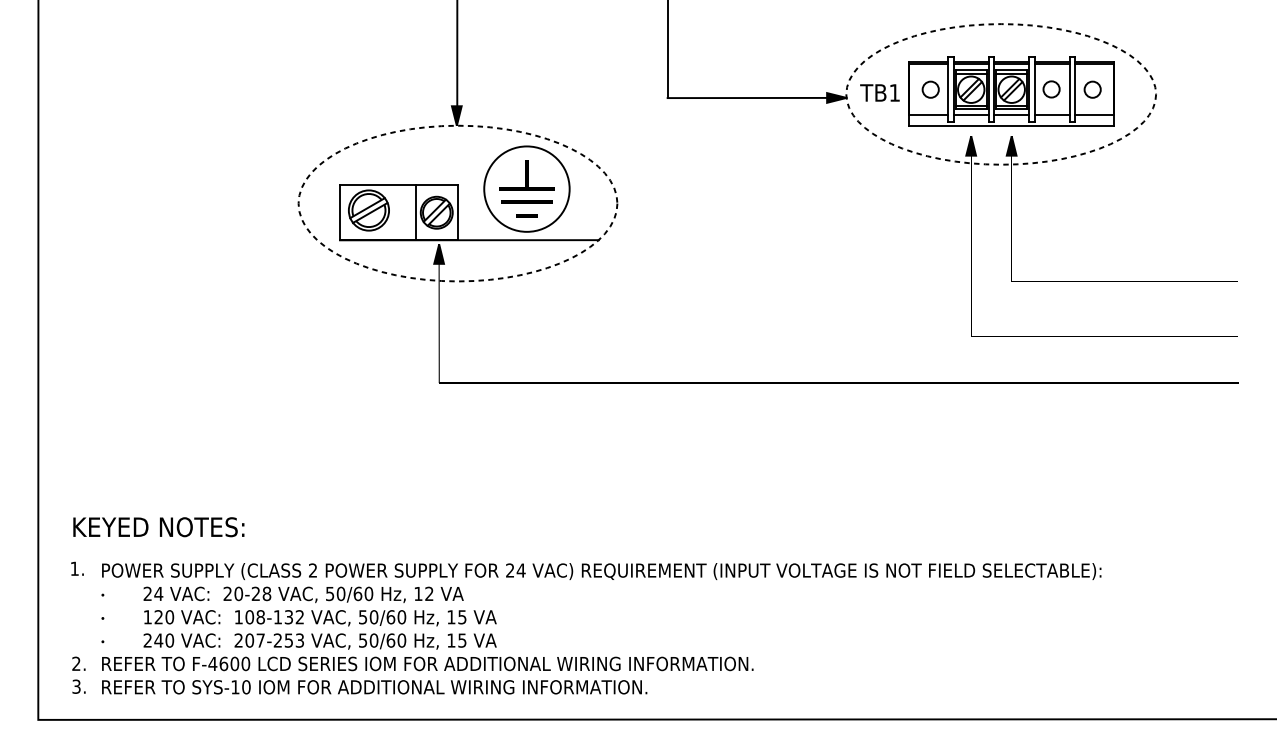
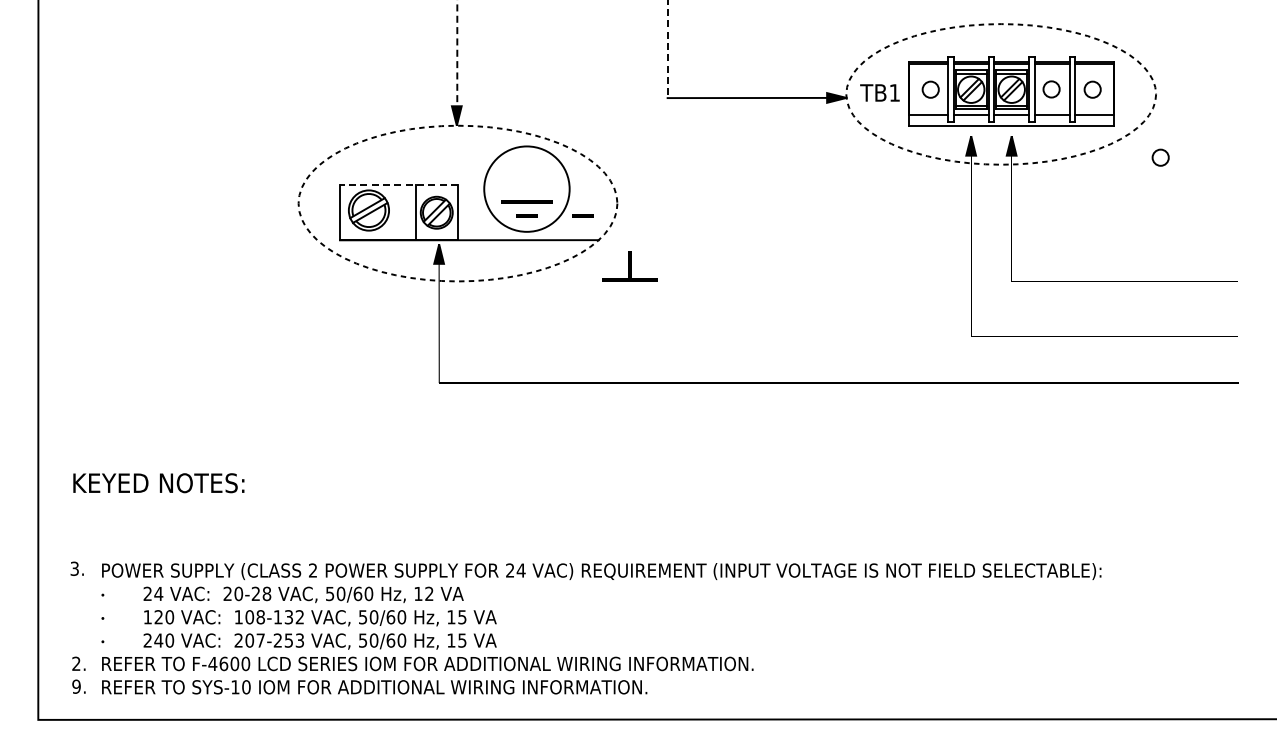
line at (667, 49): solid -> dashed
line at (457, 53): solid -> dashed
circle at (1160, 157): none -> present
part at (526, 175) position: (526, 175) -> (629, 266)
line at (399, 185): solid -> dashed
line at (582, 215): none -> present
text at (158, 527) position: (158, 527) -> (158, 483)
text at (74, 568): 1. -> 3.
text at (76, 686): 3. -> 9.
